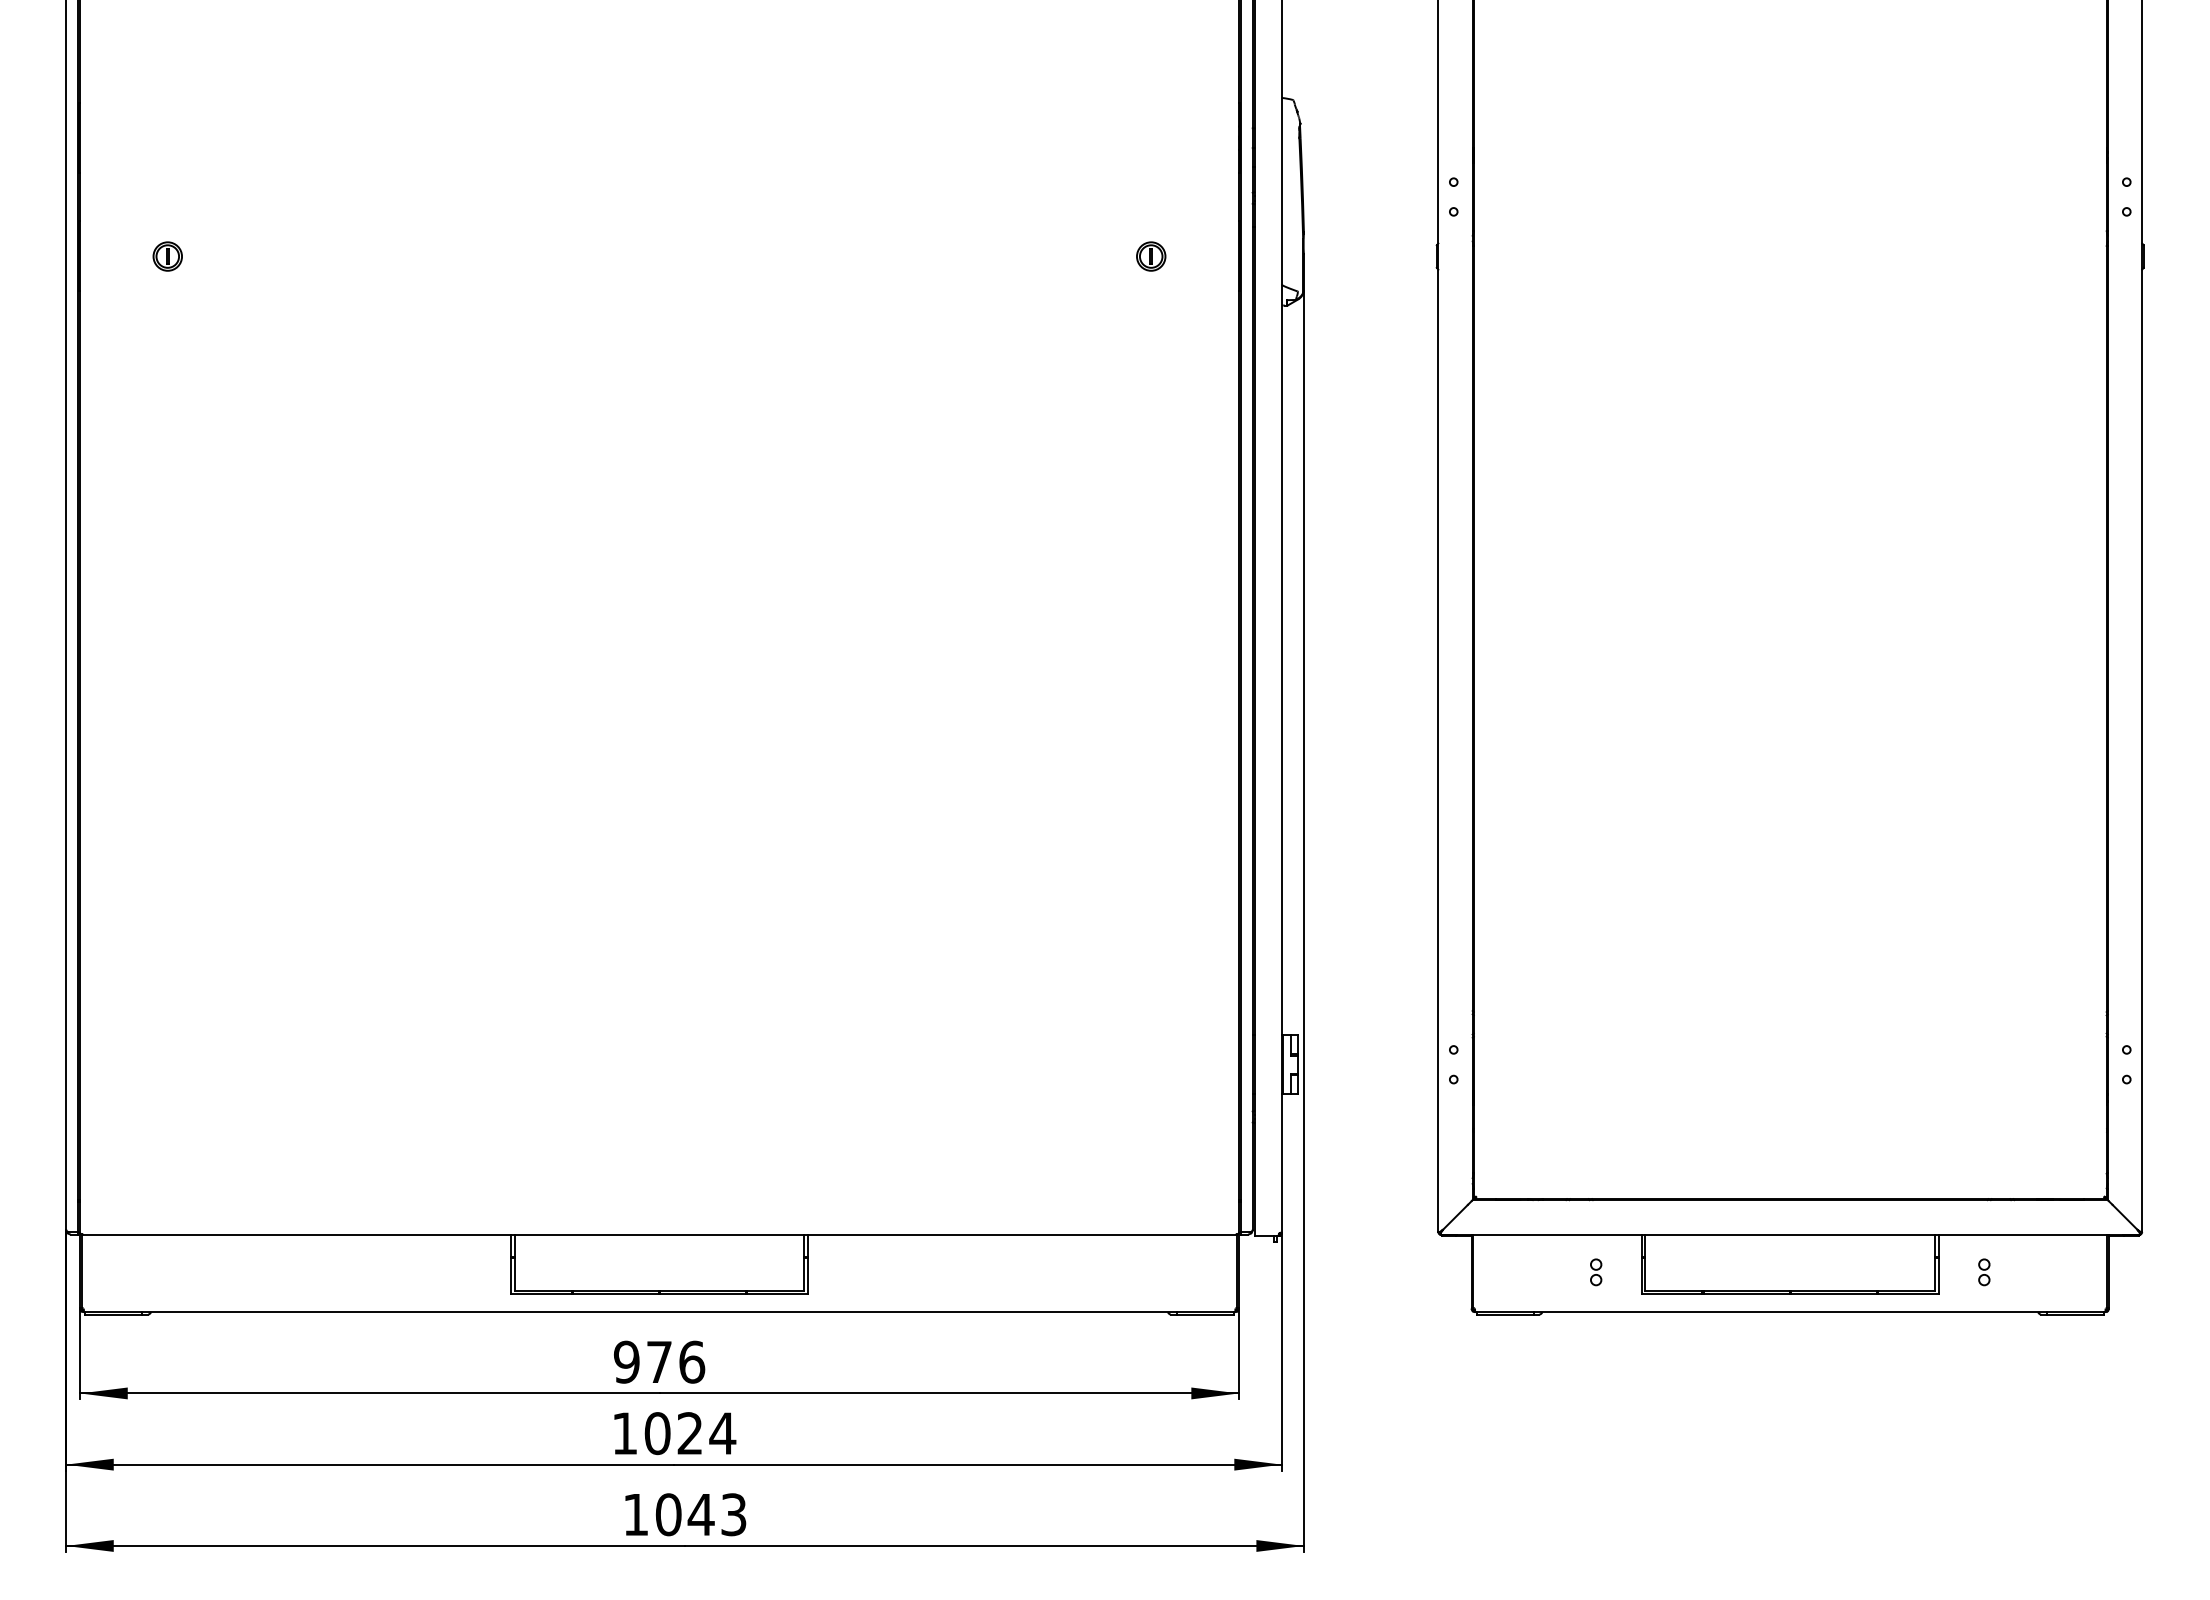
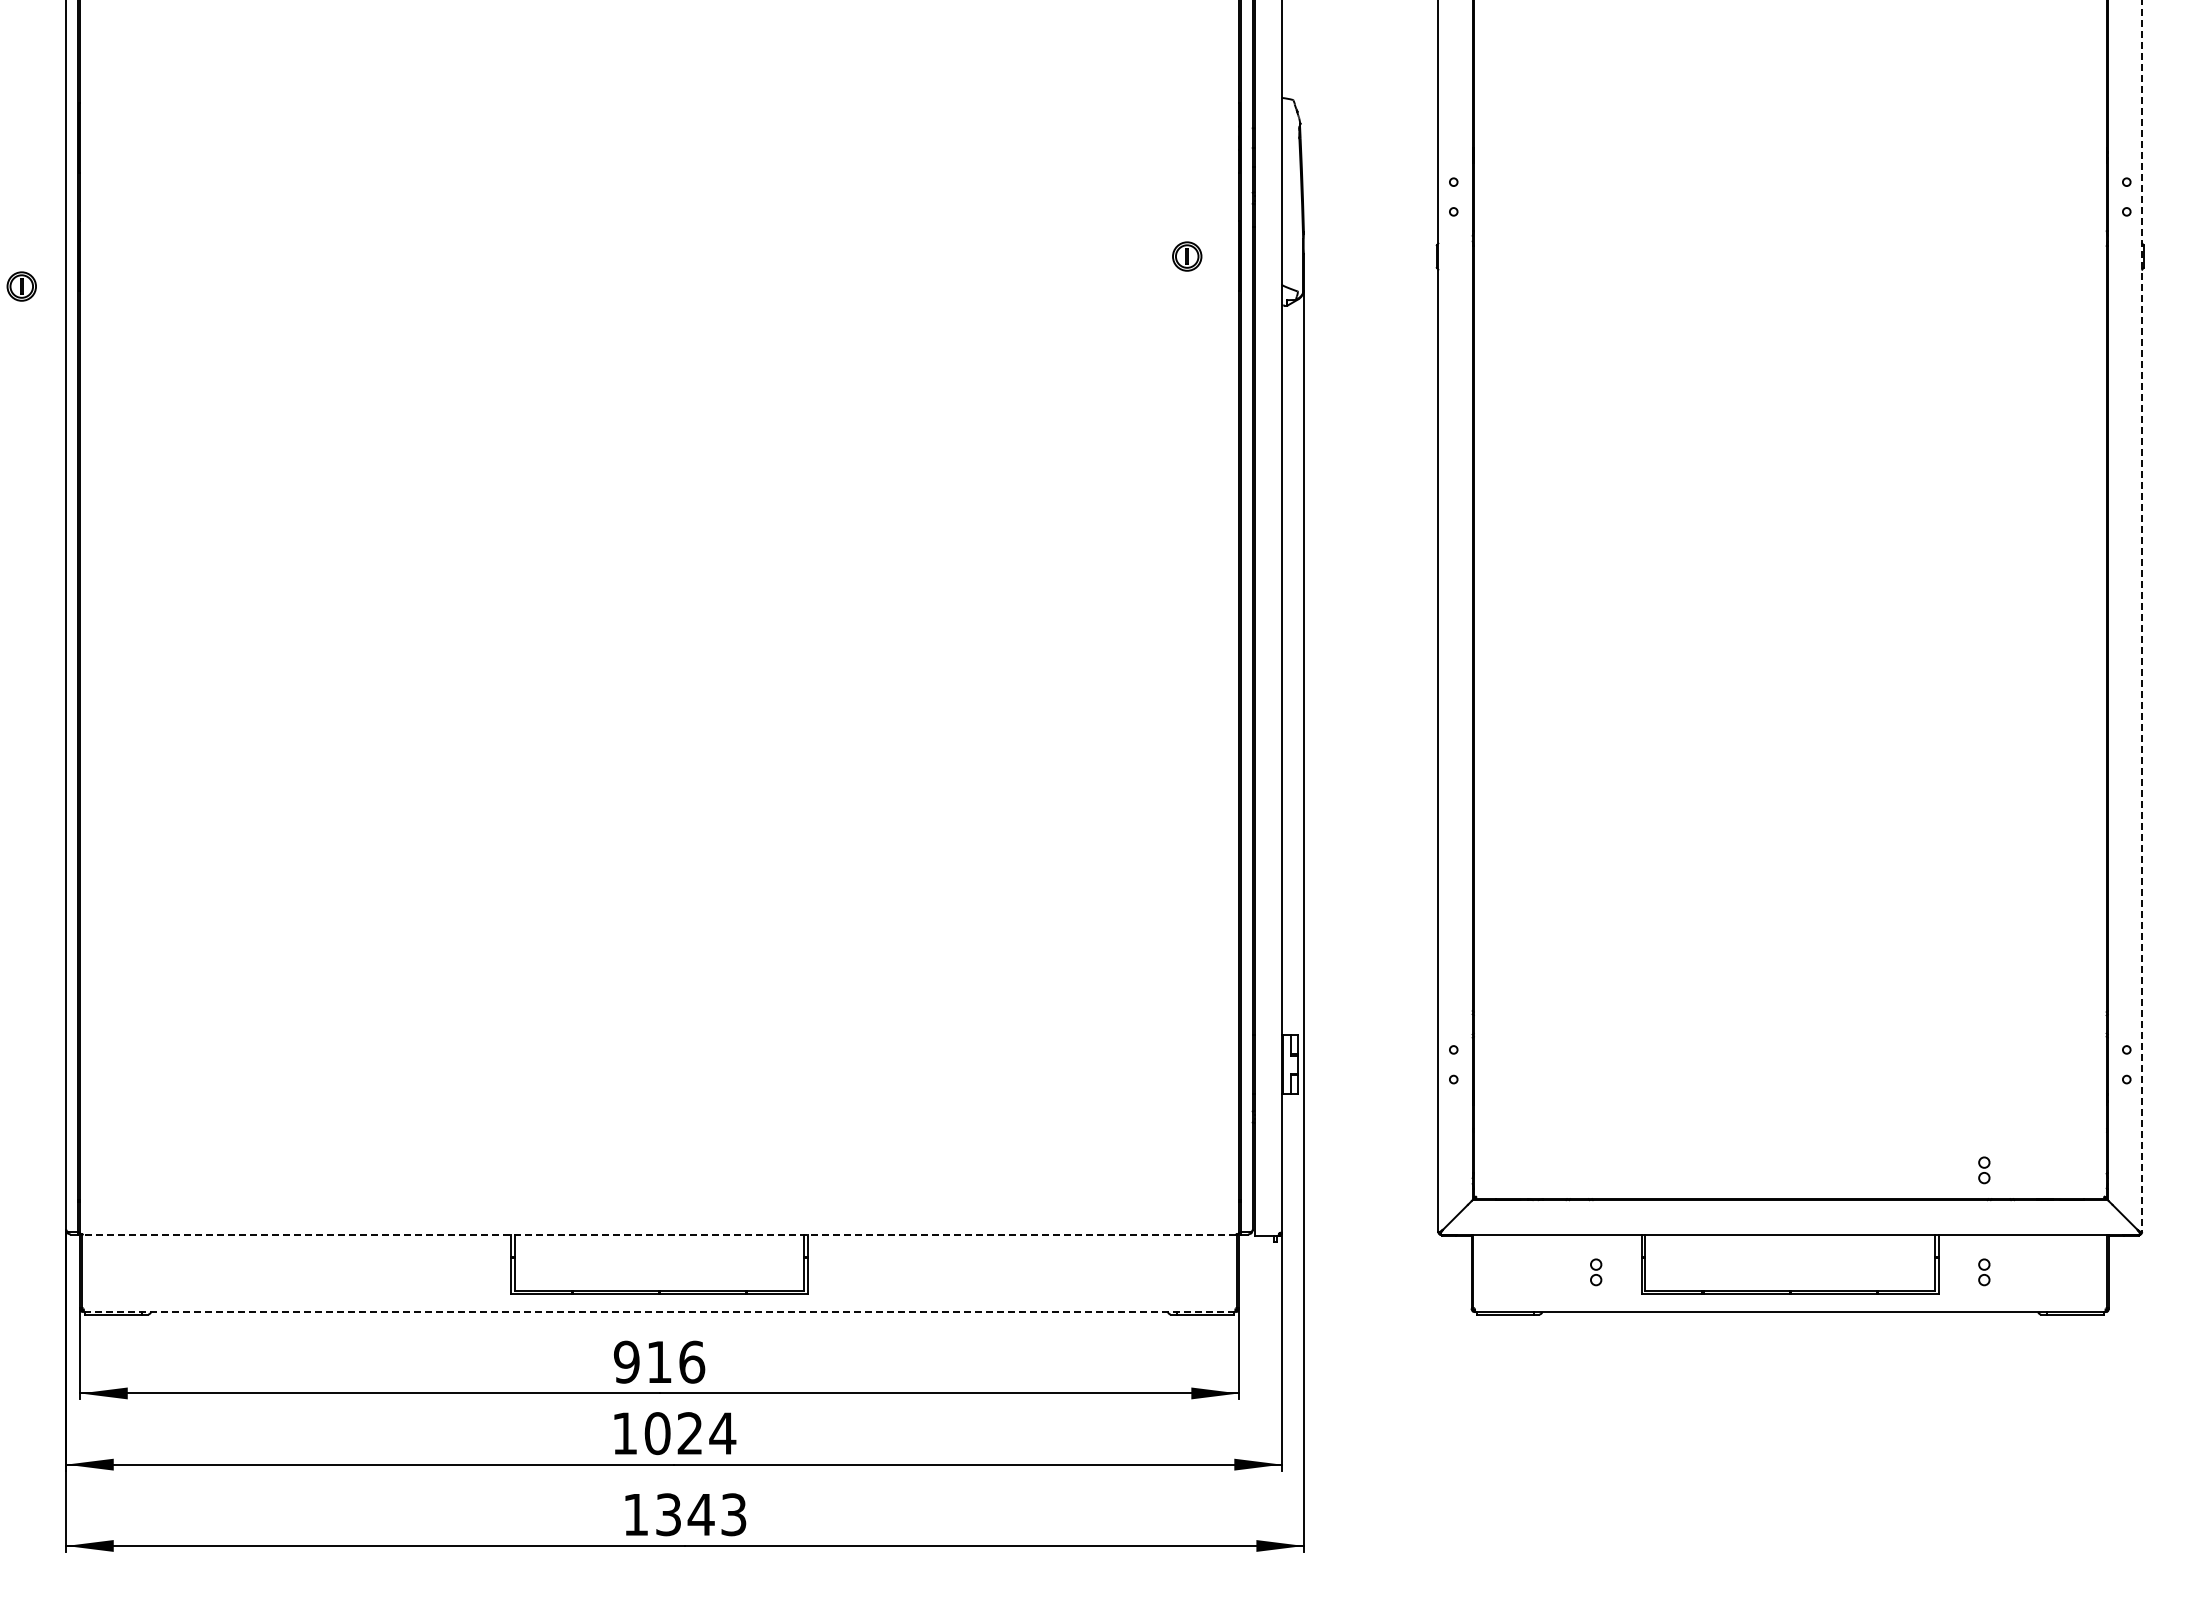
part at (167, 256) position: (167, 256) -> (21, 286)
part at (1151, 256) position: (1151, 256) -> (1187, 256)
line at (2142, 616): solid -> dashed
part at (1984, 1170): none -> present
line at (659, 1234): solid -> dashed
line at (659, 1312): solid -> dashed
text at (659, 1361): 976 -> 916
text at (668, 1514): 1043 -> 1343
